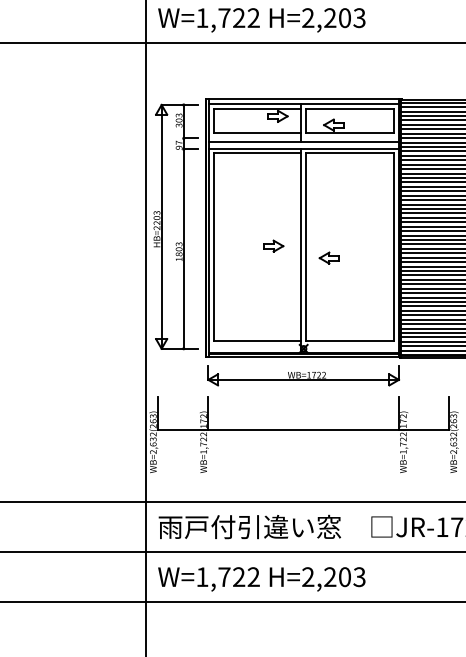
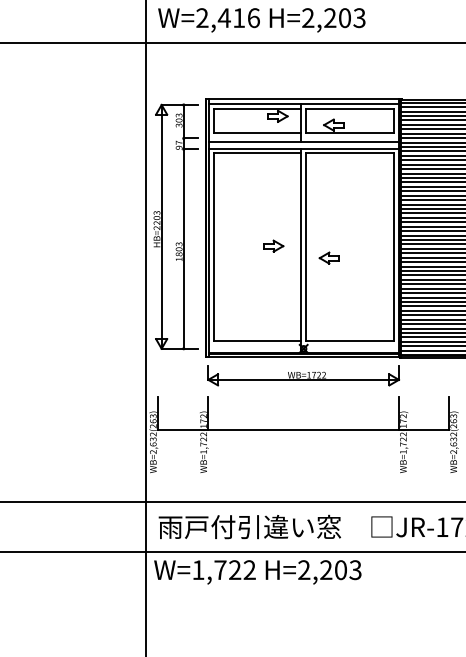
text at (227, 18): W=1,722 -> W=2,416
text at (261, 579) position: (261, 579) -> (257, 572)
line at (232, 602): present -> none
